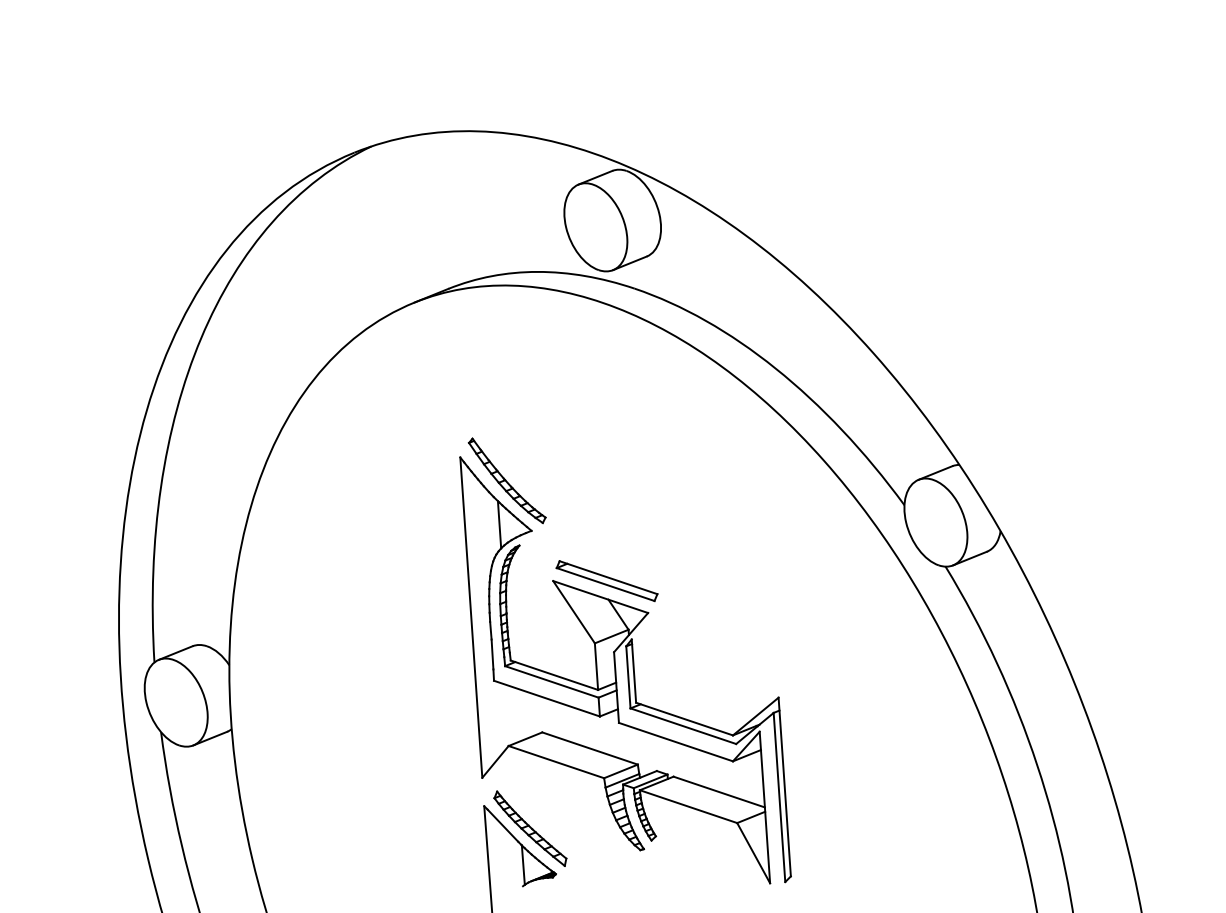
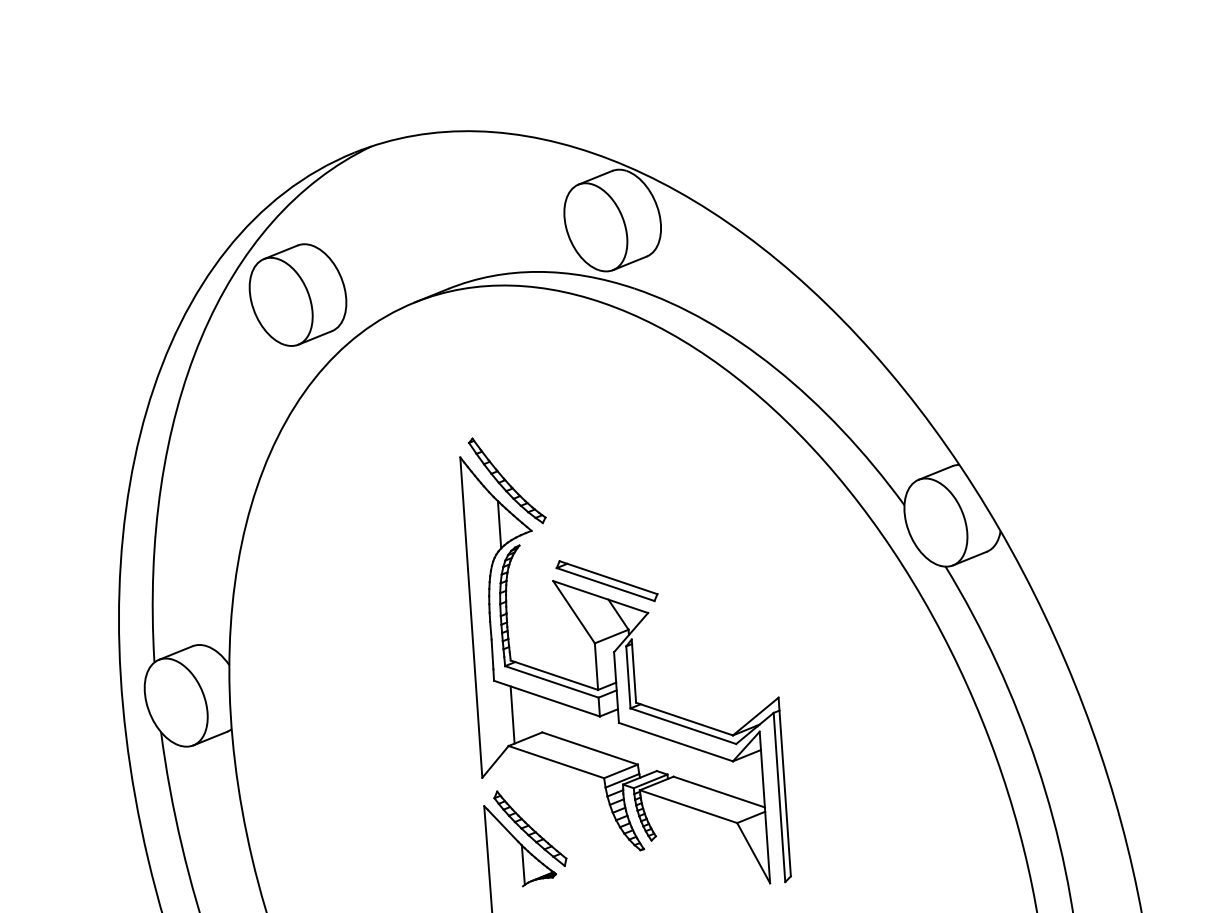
part at (297, 294): none -> present
line at (512, 714): none -> present
